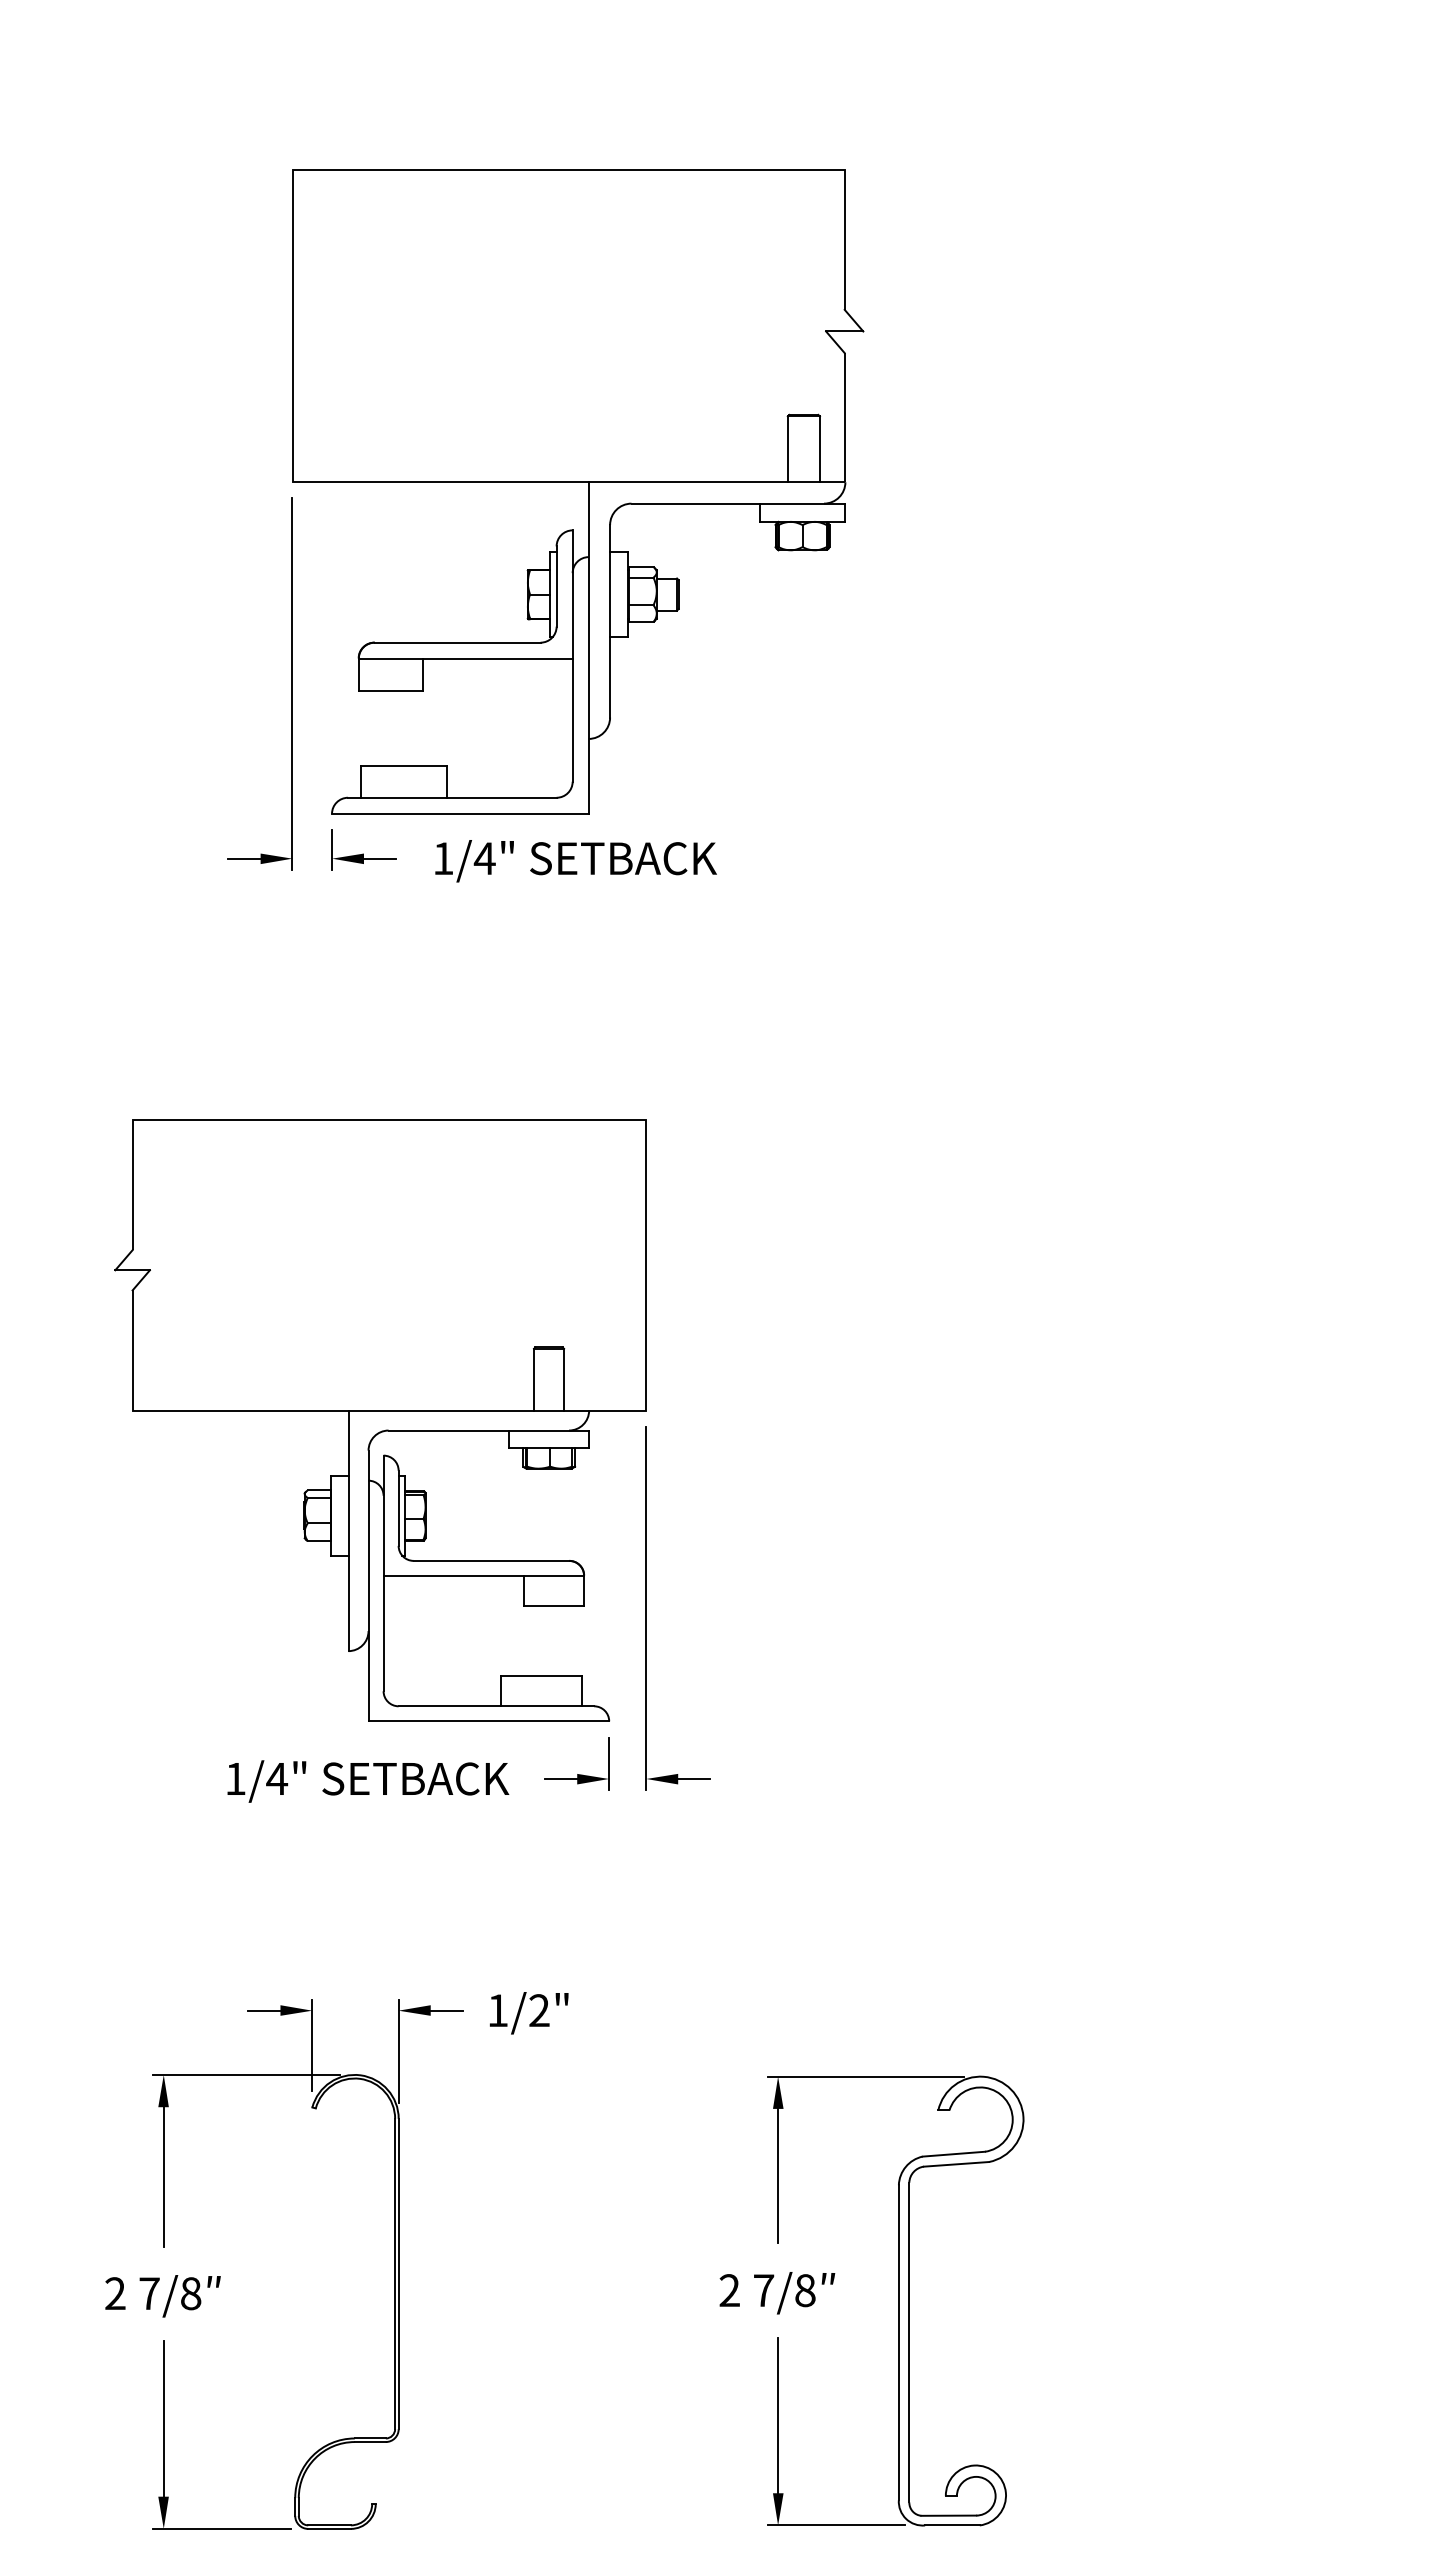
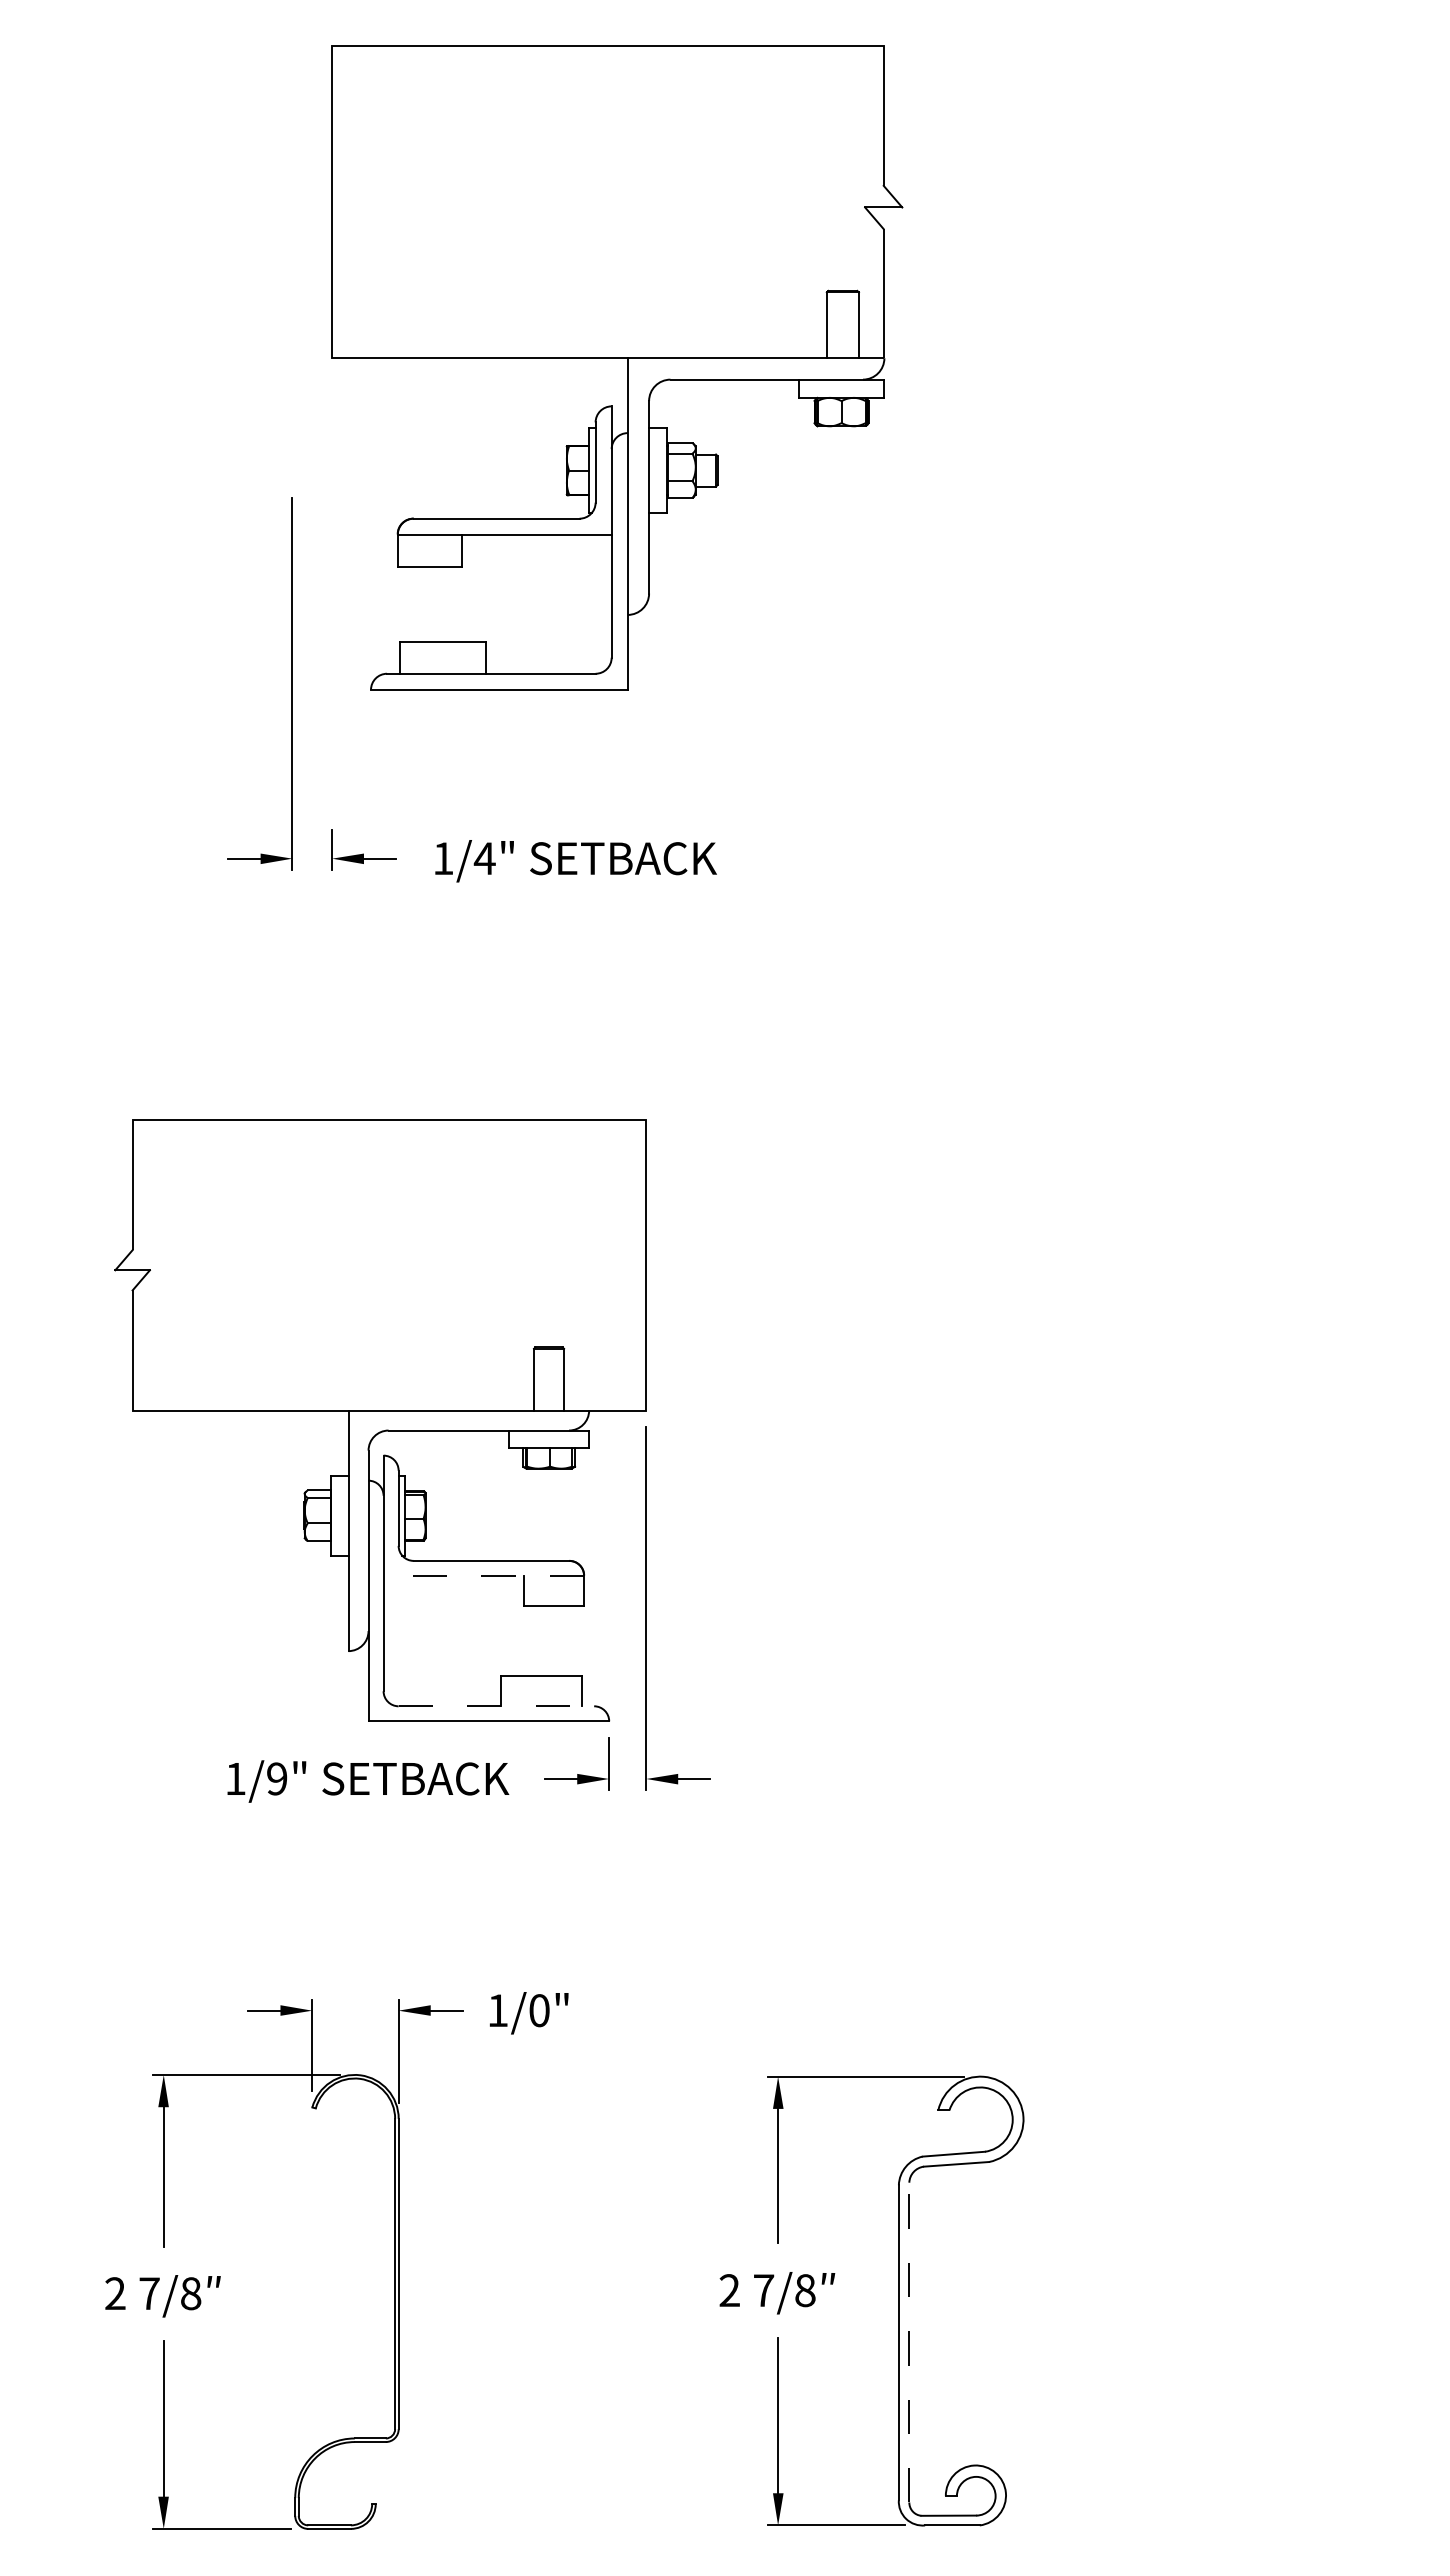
part at (578, 482) position: (578, 482) -> (617, 358)
line at (483, 1575): solid -> dashed
line at (496, 1706): solid -> dashed
text at (277, 1778): 1/4" -> 1/9"
text at (539, 2010): 1/2" -> 1/0"
line at (909, 2342): solid -> dashed
